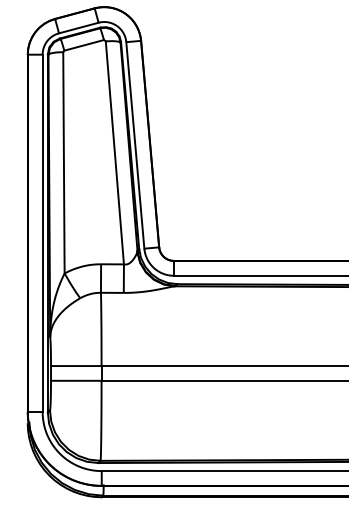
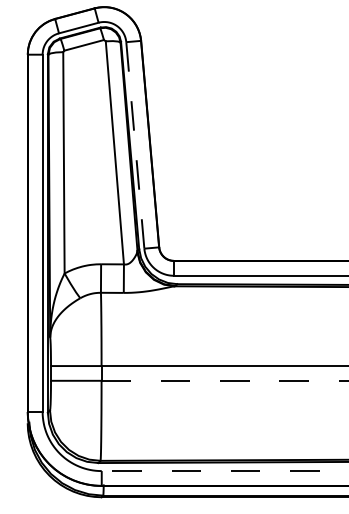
line at (135, 145): solid -> dashed
line at (225, 380): solid -> dashed
line at (224, 471): solid -> dashed
